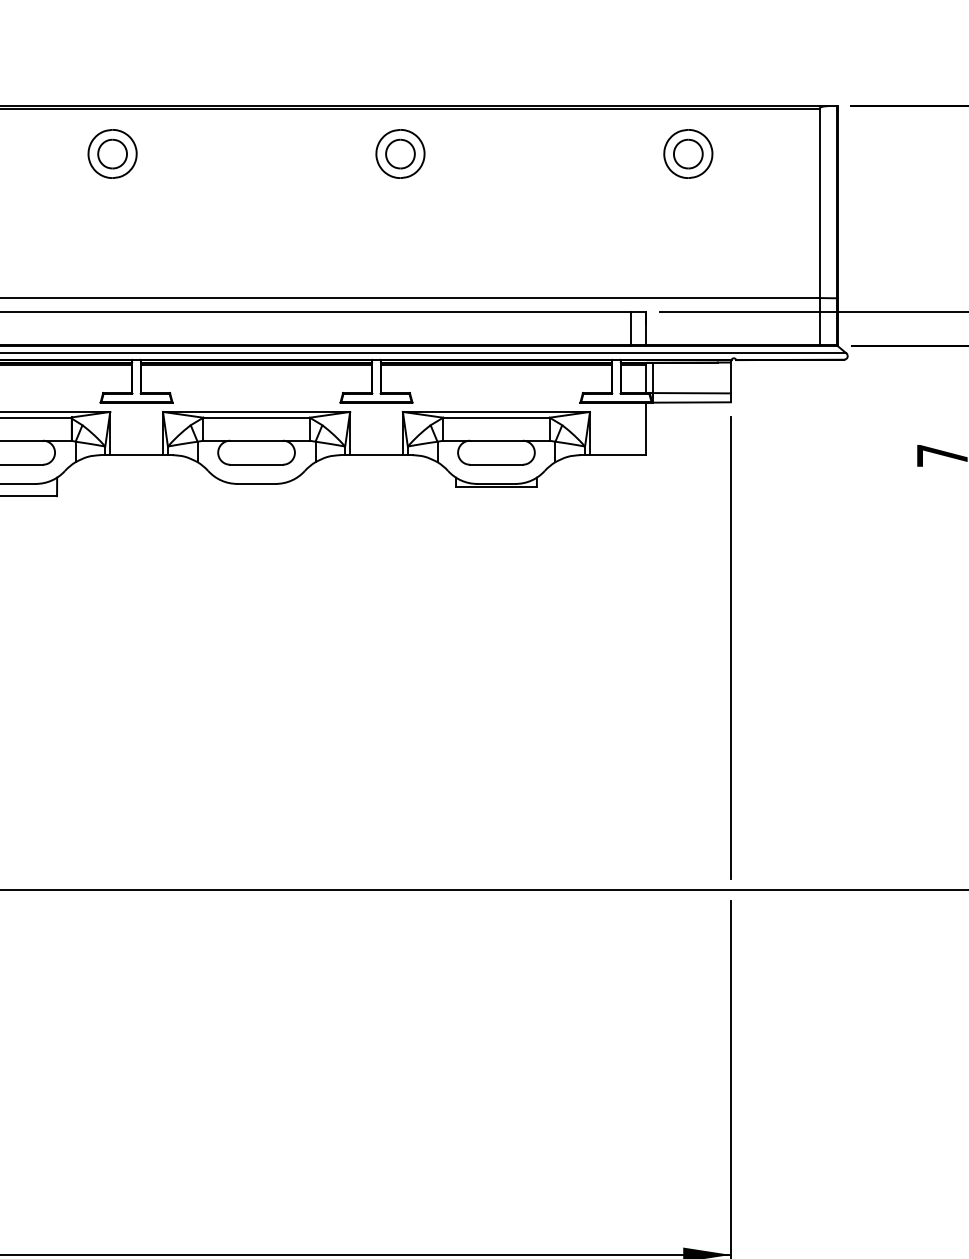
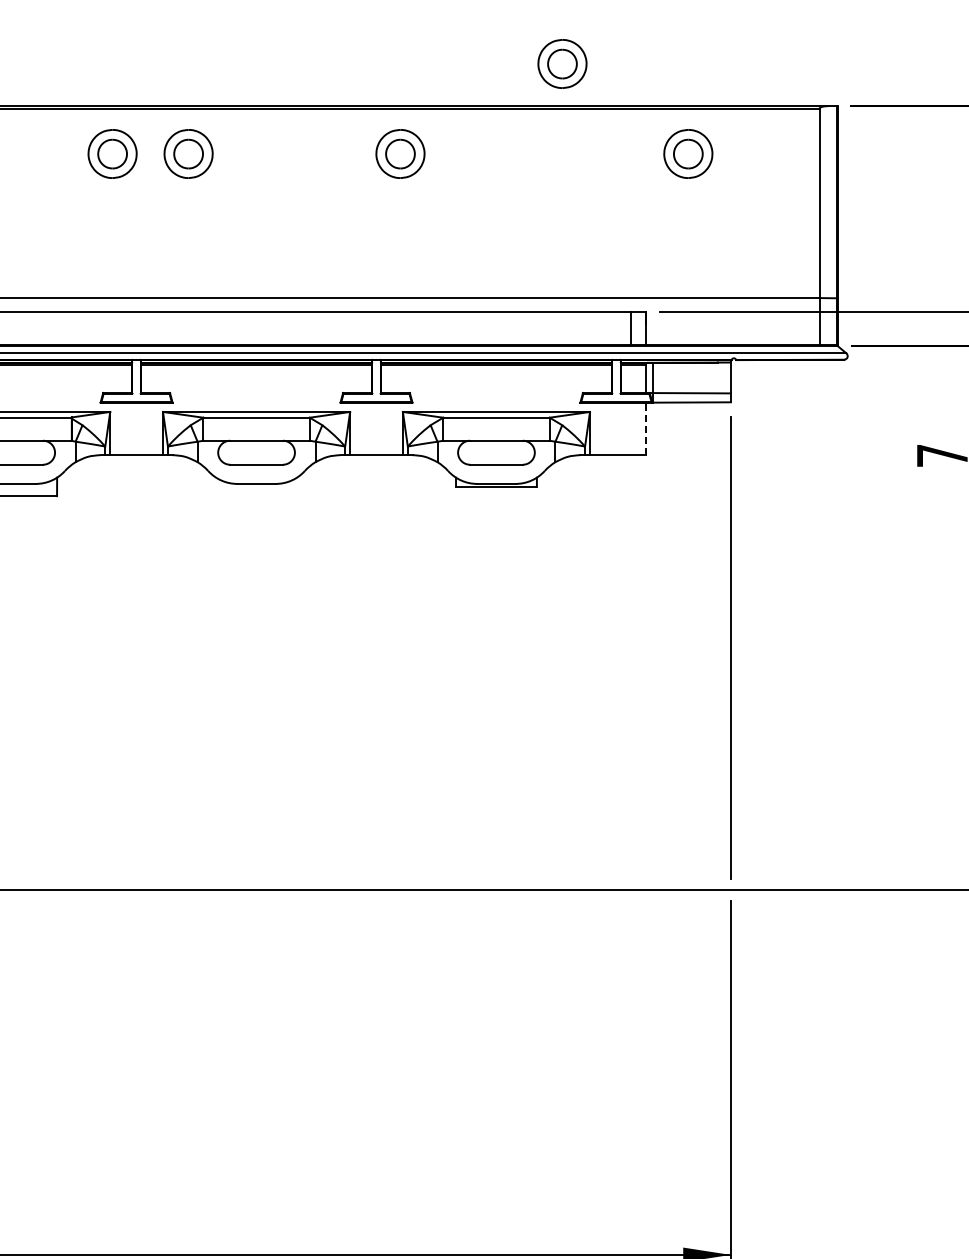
part at (562, 63): none -> present
part at (188, 153): none -> present
line at (645, 428): solid -> dashed
